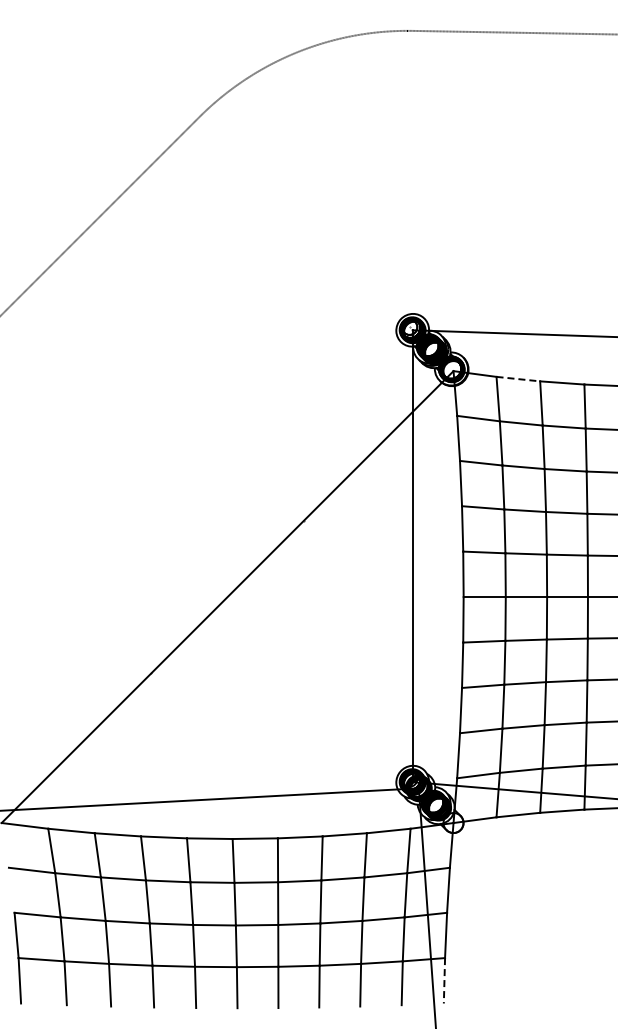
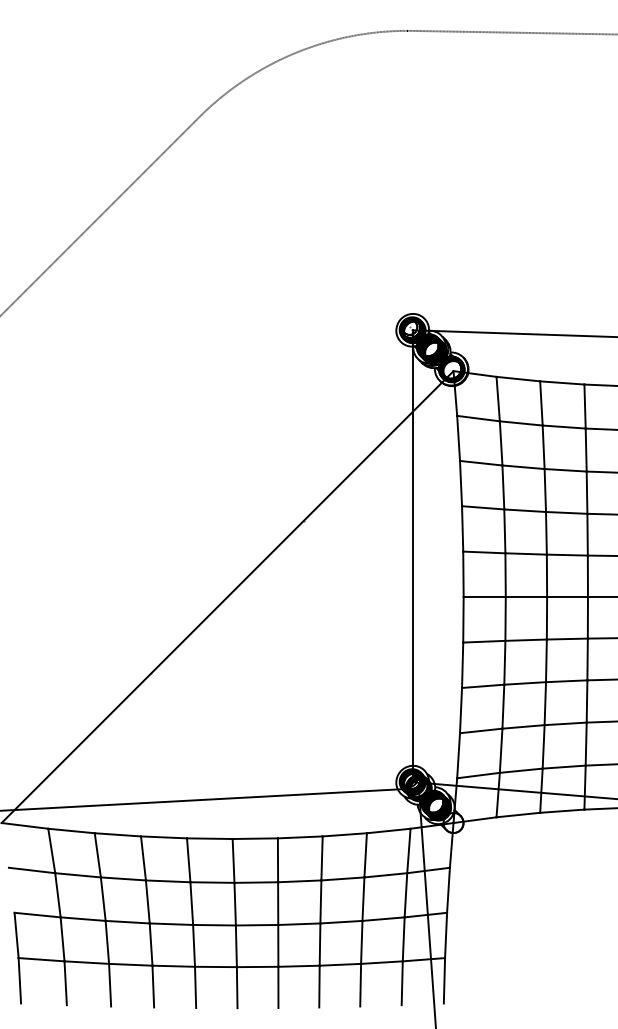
line at (518, 379): dashed -> solid
line at (444, 980): dashed -> solid
